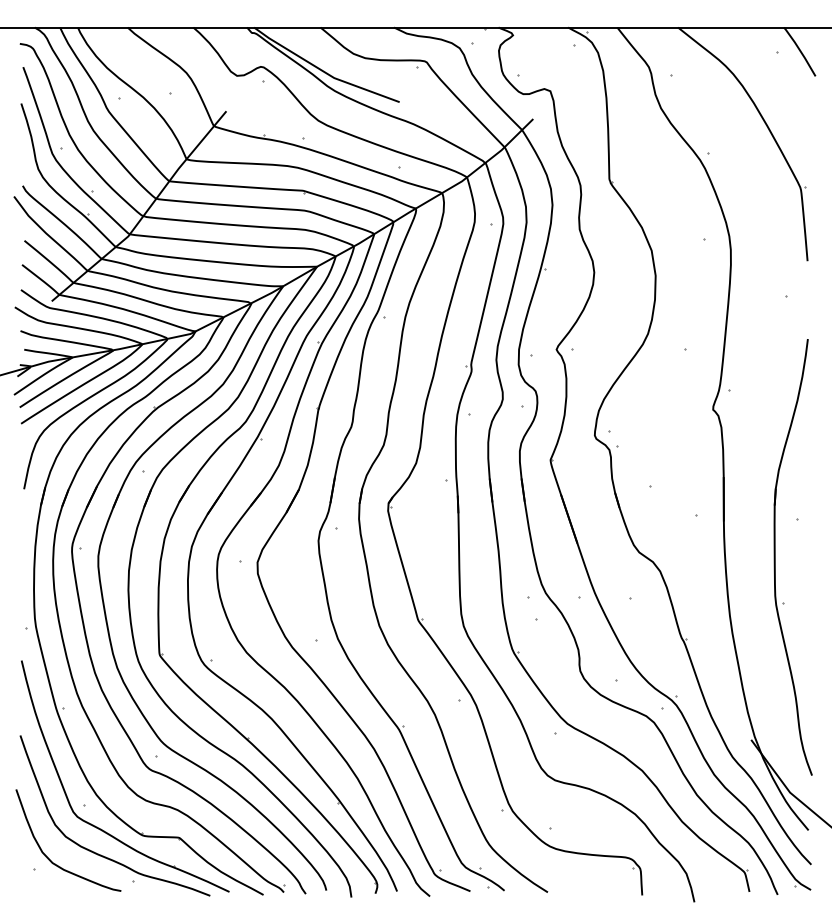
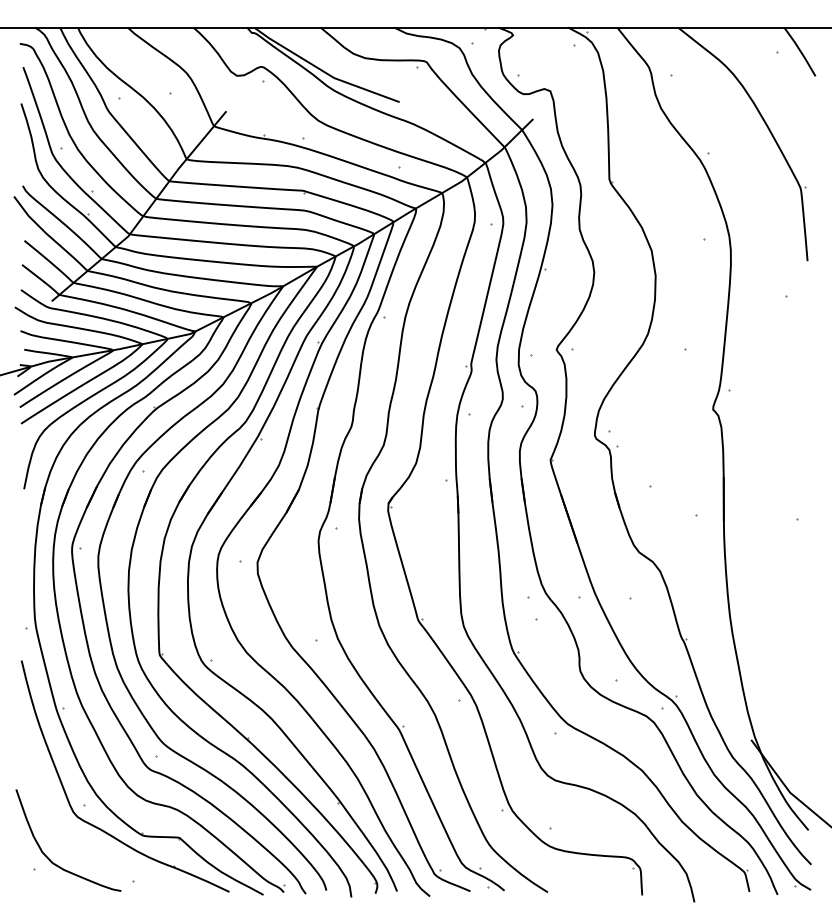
part at (775, 557): present -> none
curve at (101, 854): present -> none
